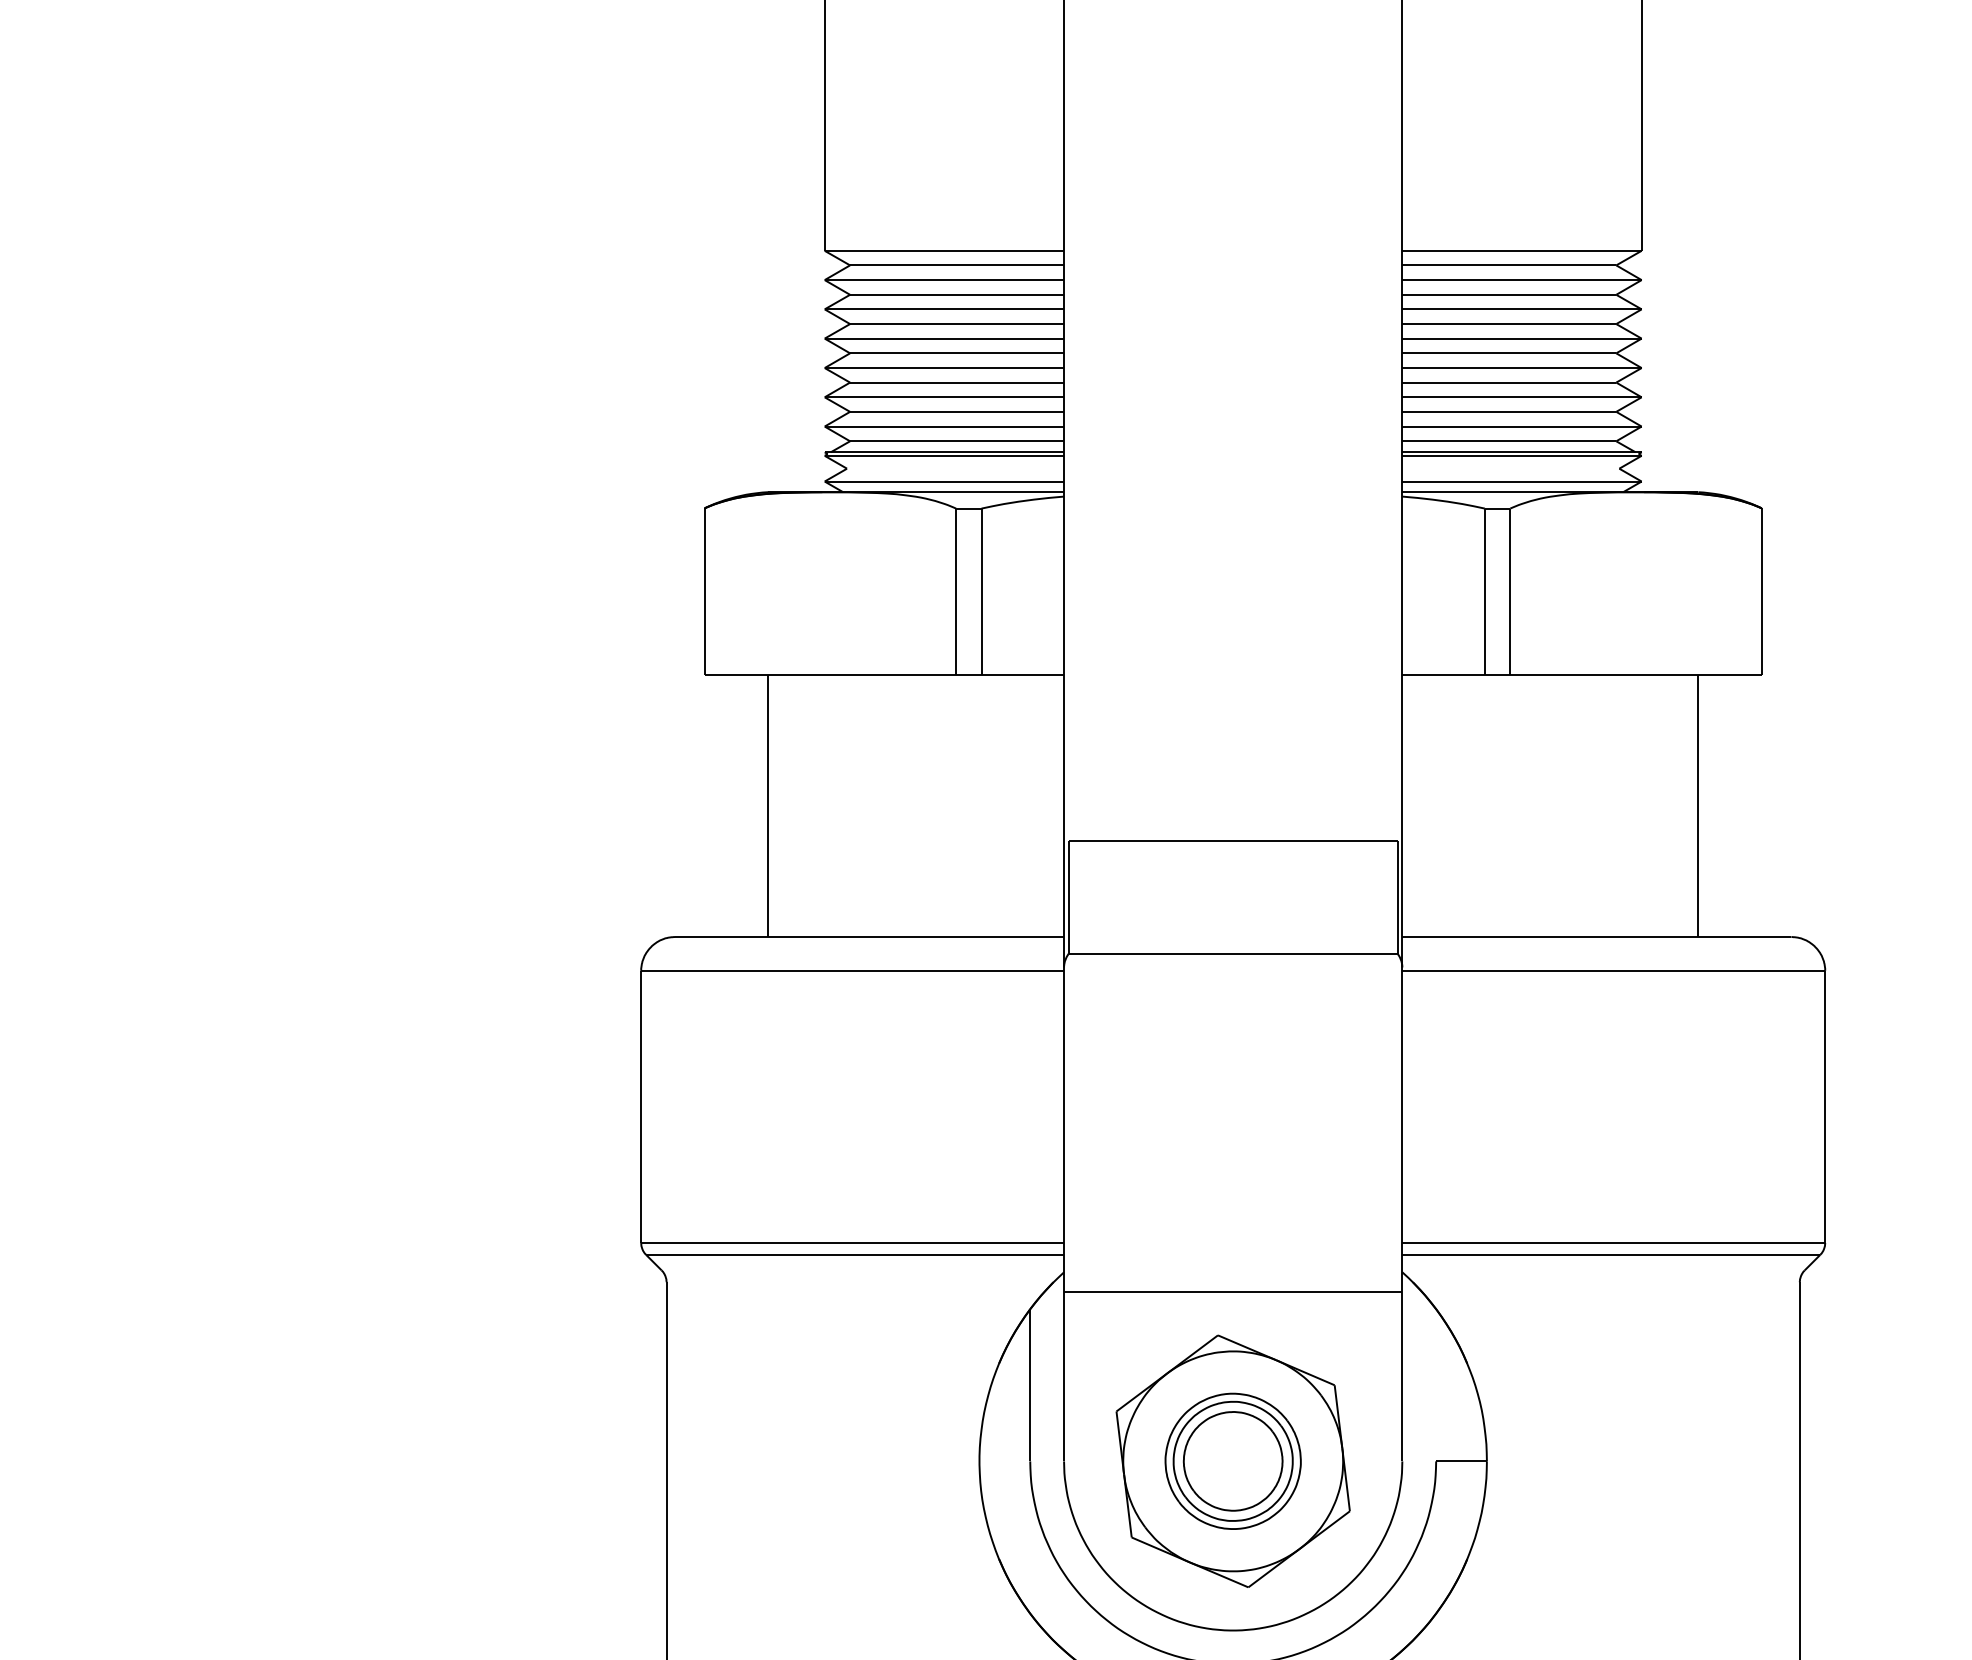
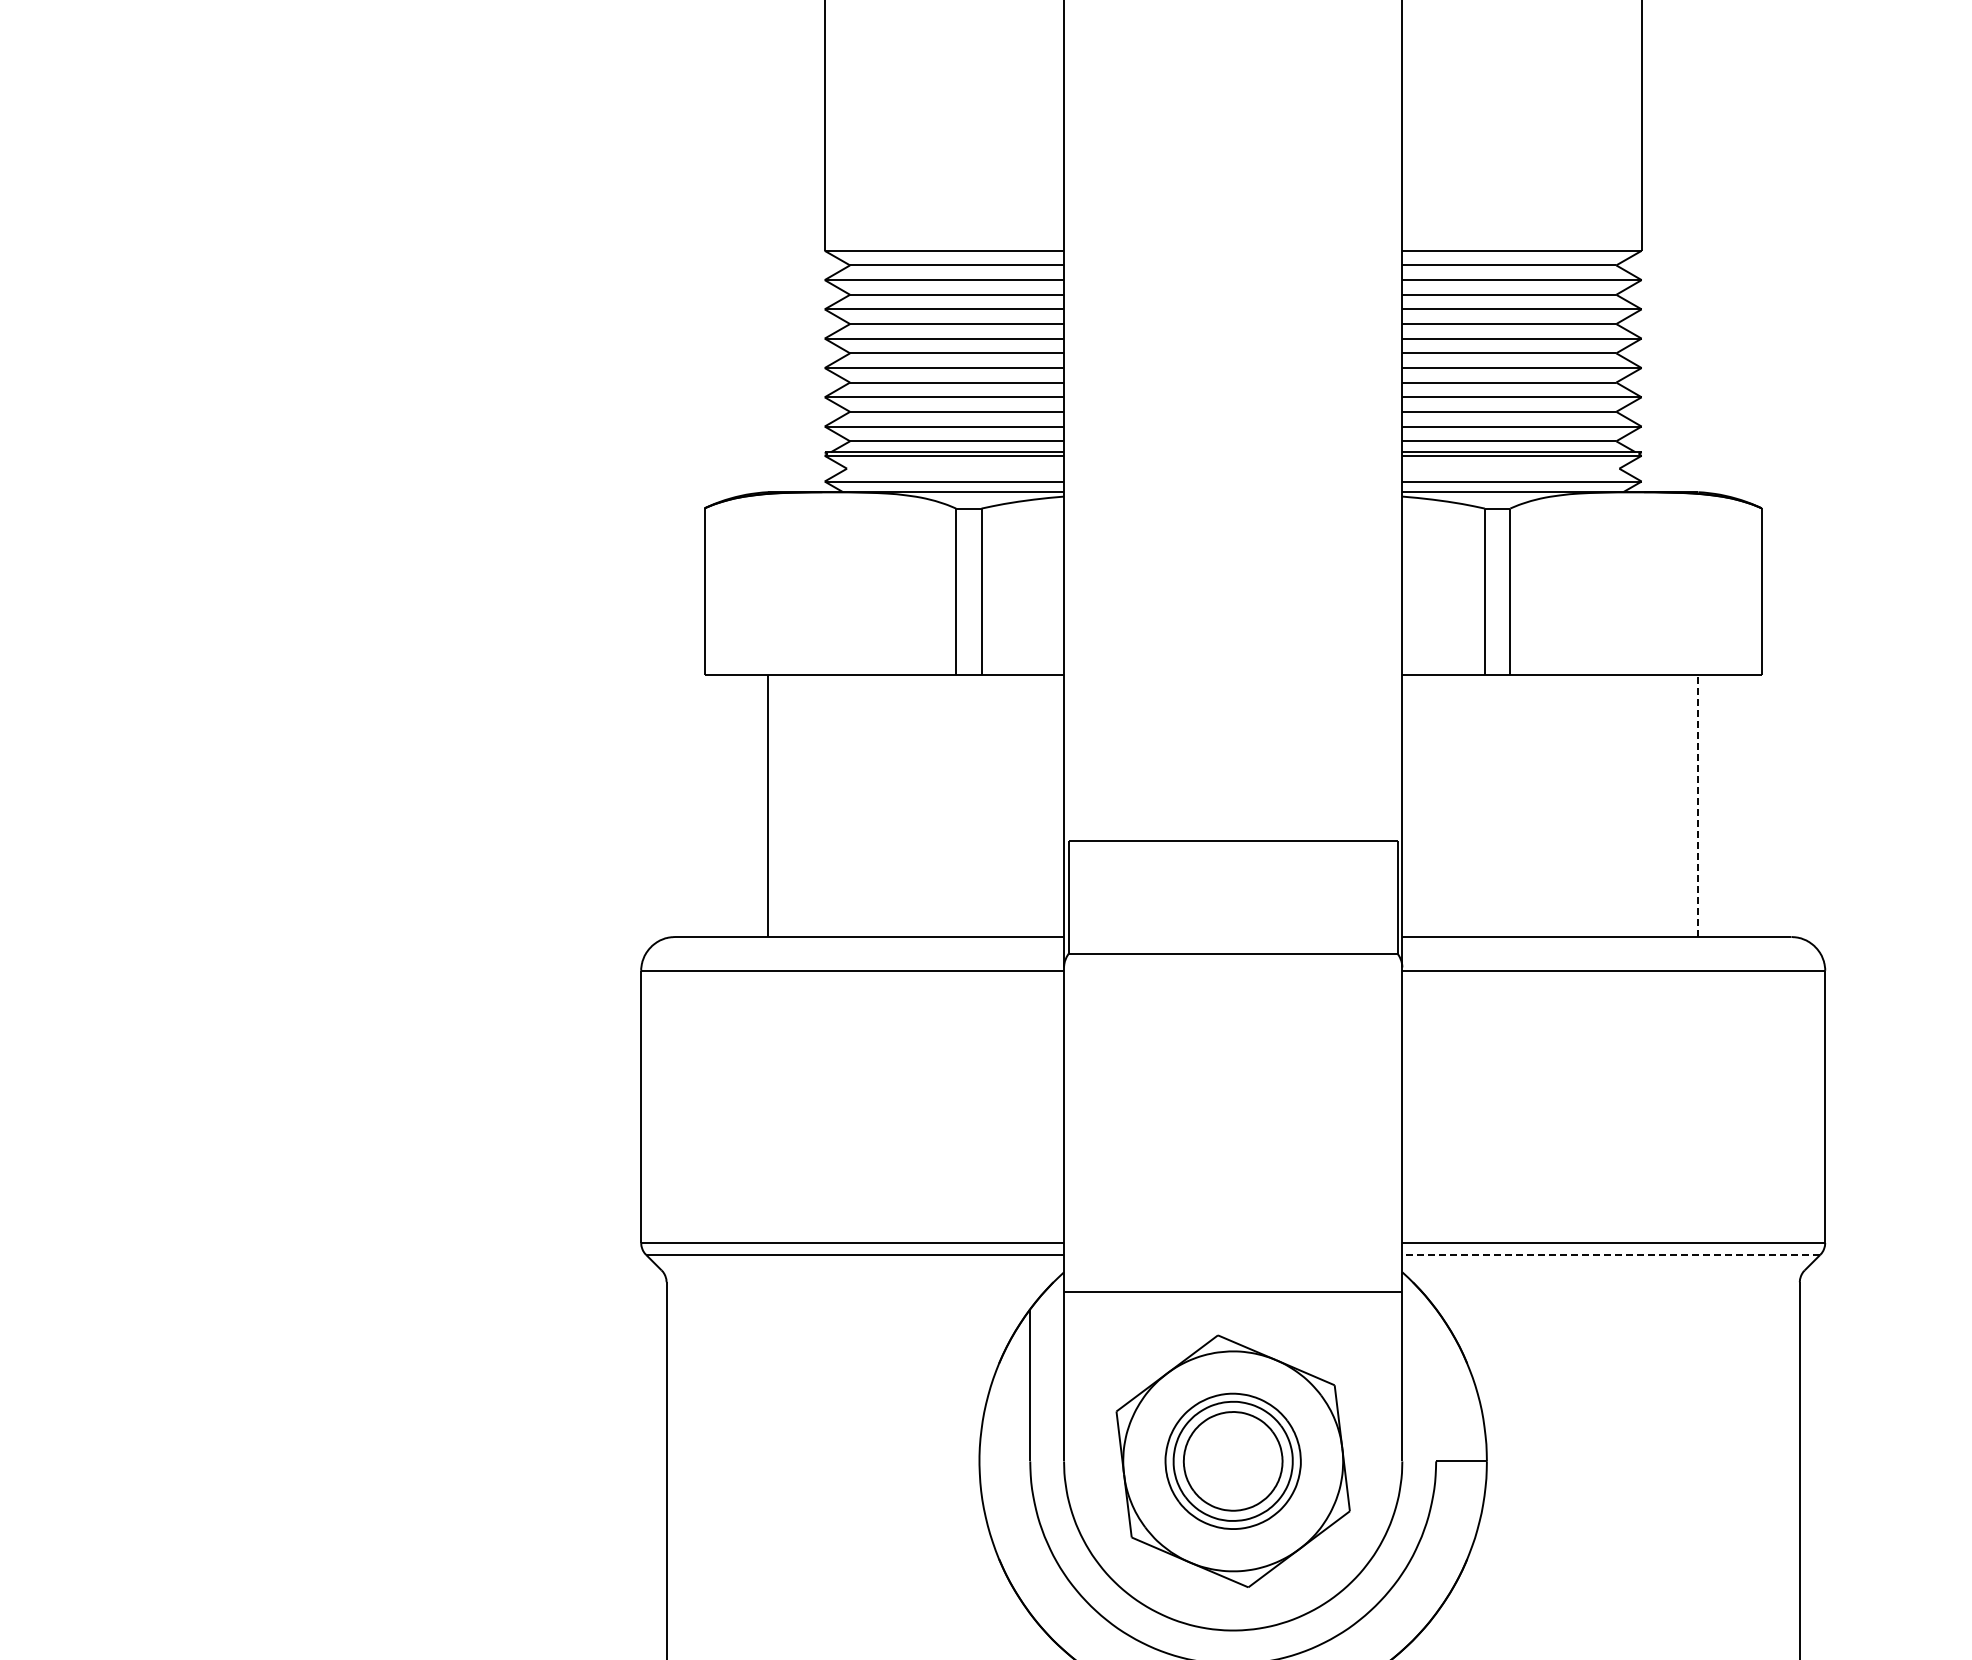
line at (1698, 805): solid -> dashed
line at (1611, 1254): solid -> dashed
